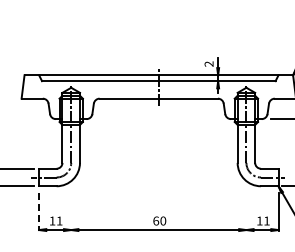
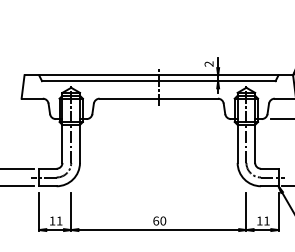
line at (71, 211): none -> present
line at (246, 211): none -> present
line at (39, 212): dashed -> solid
